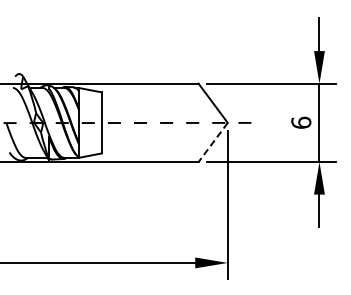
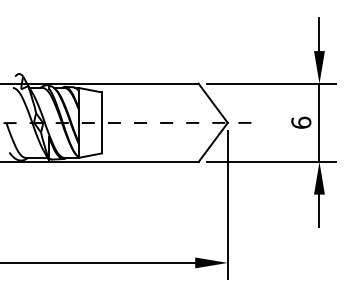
line at (212, 142): dashed -> solid
